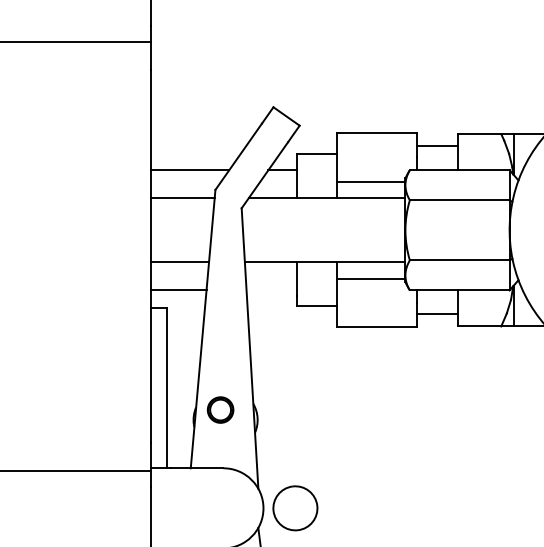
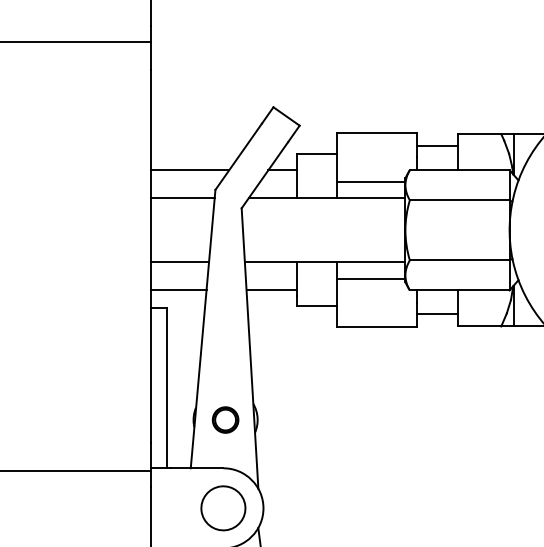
line at (271, 290): none -> present
part at (220, 409) position: (220, 409) -> (225, 419)
part at (295, 508) position: (295, 508) -> (223, 508)
